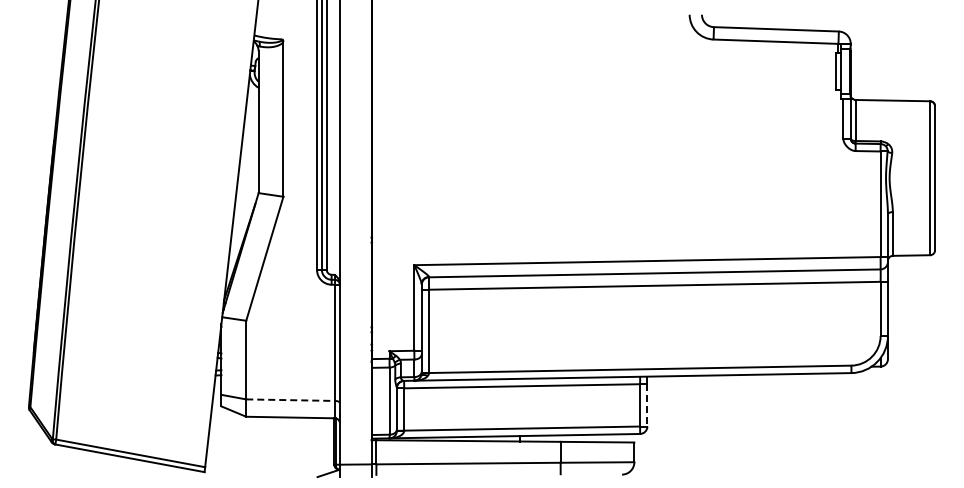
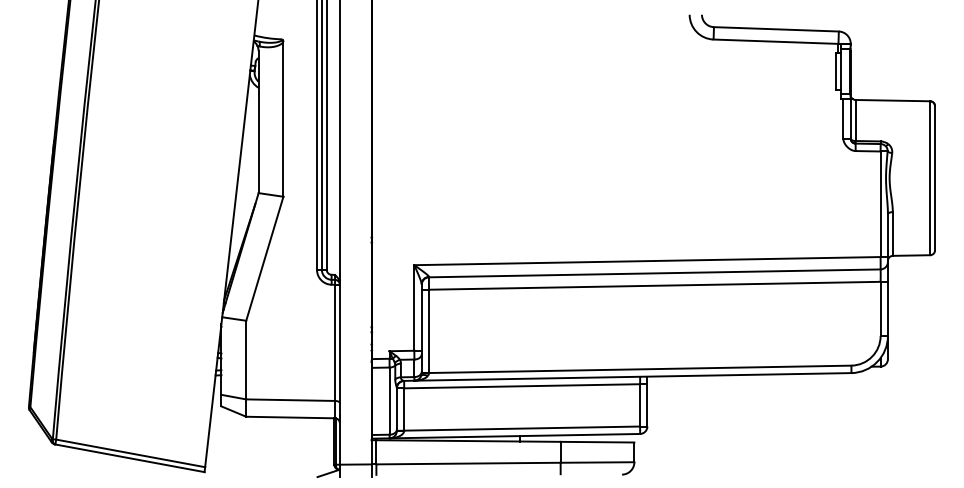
line at (291, 400): dashed -> solid
line at (647, 405): dashed -> solid
